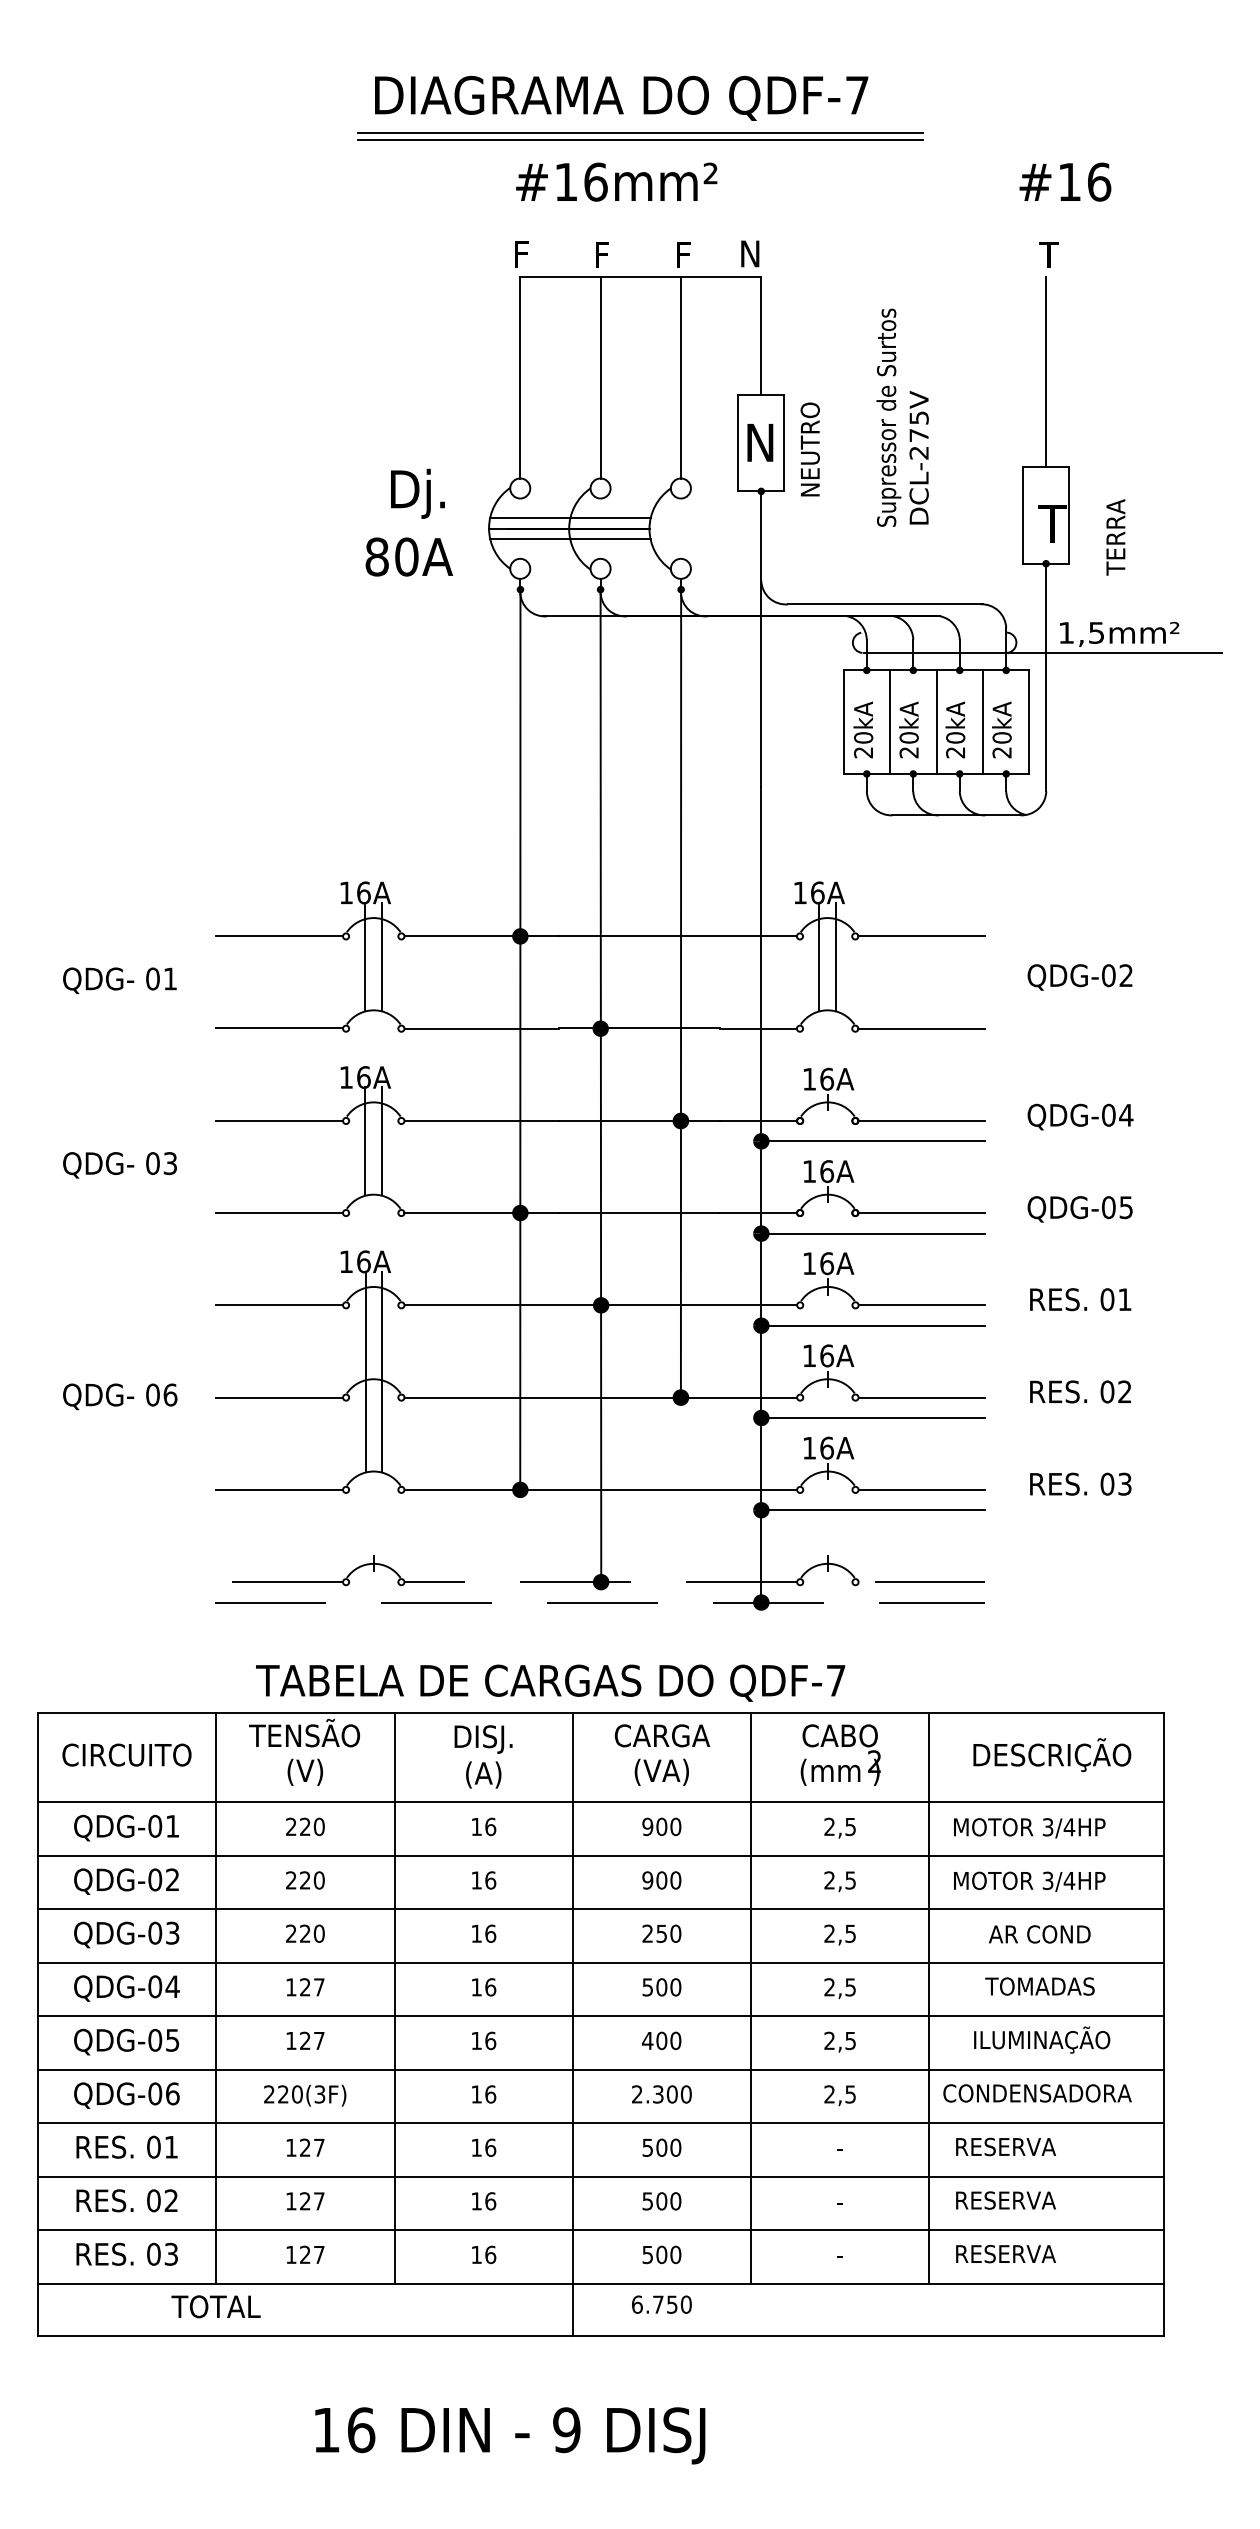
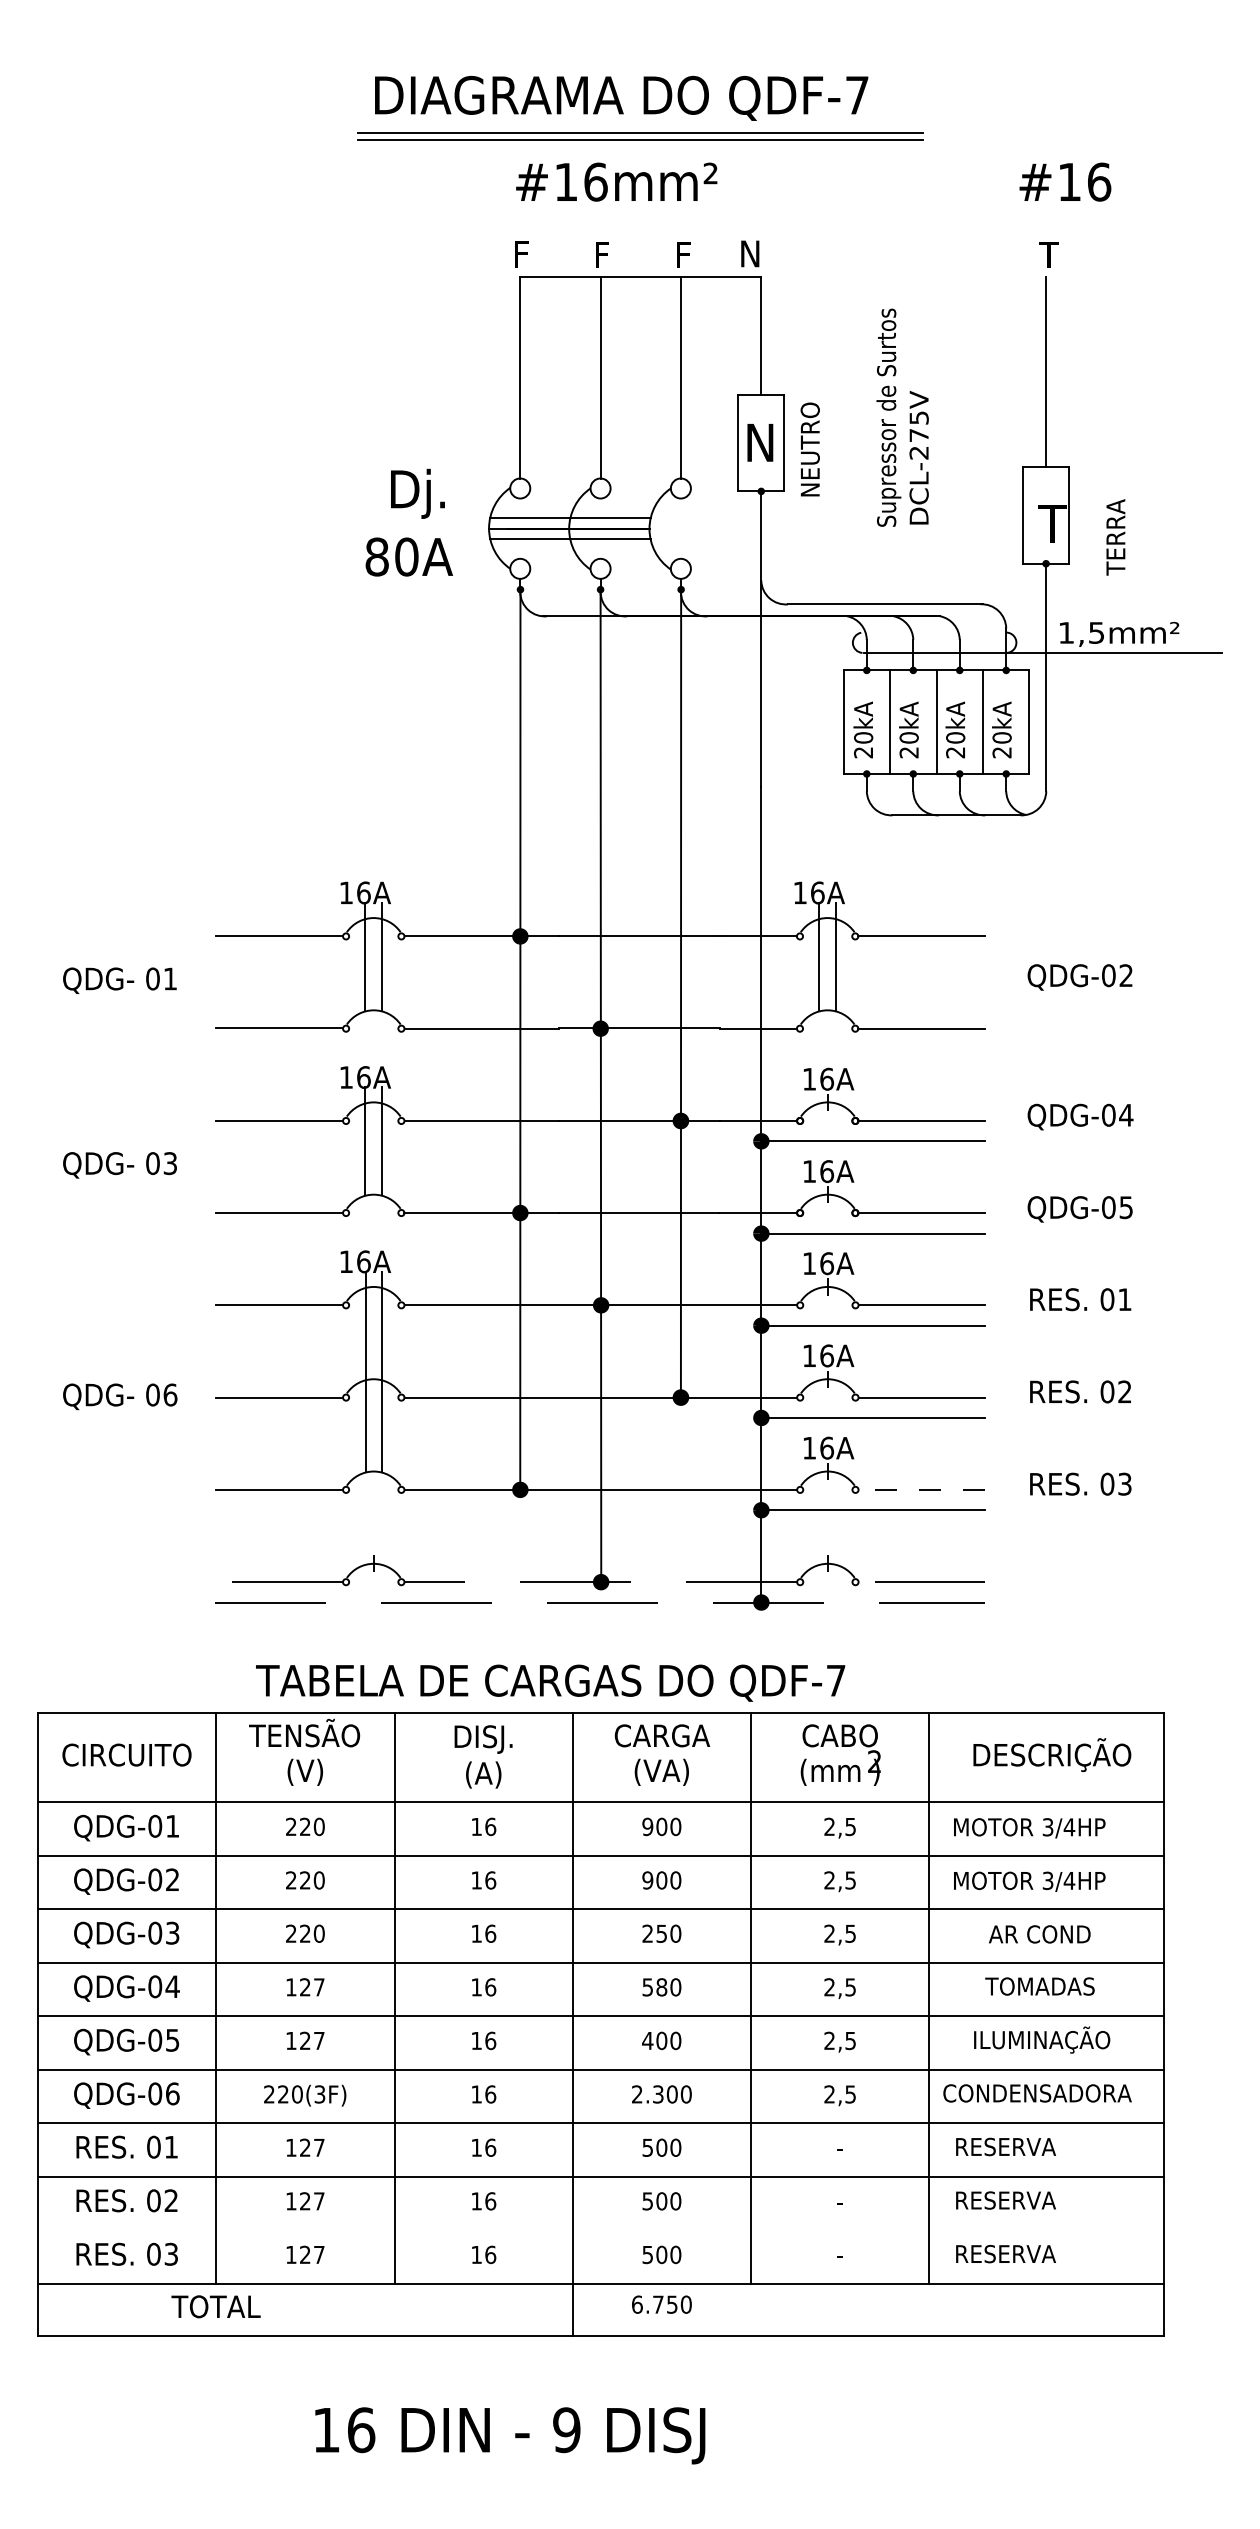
line at (921, 1489): solid -> dashed
text at (661, 1987): 500 -> 580
line at (600, 2230): present -> none
